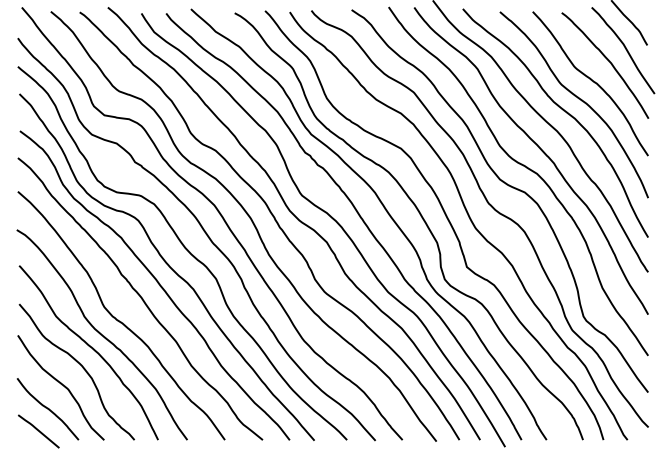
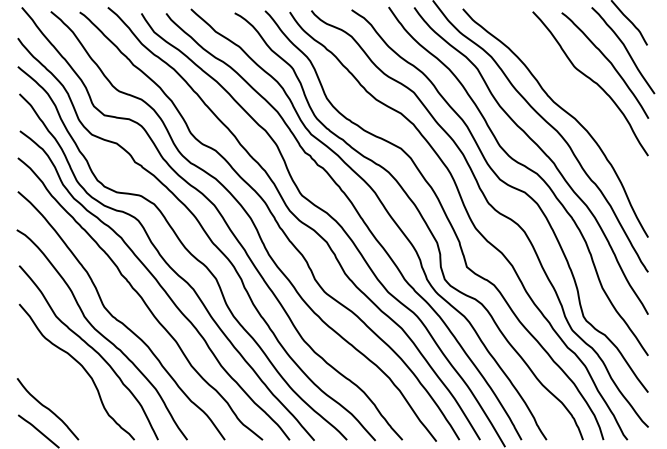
curve at (578, 99): present -> none
curve at (61, 385): present -> none
